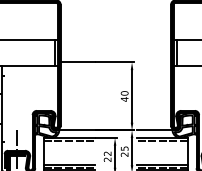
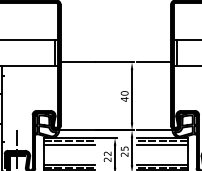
line at (154, 62): none -> present
line at (68, 144): none -> present
line at (162, 144): none -> present
